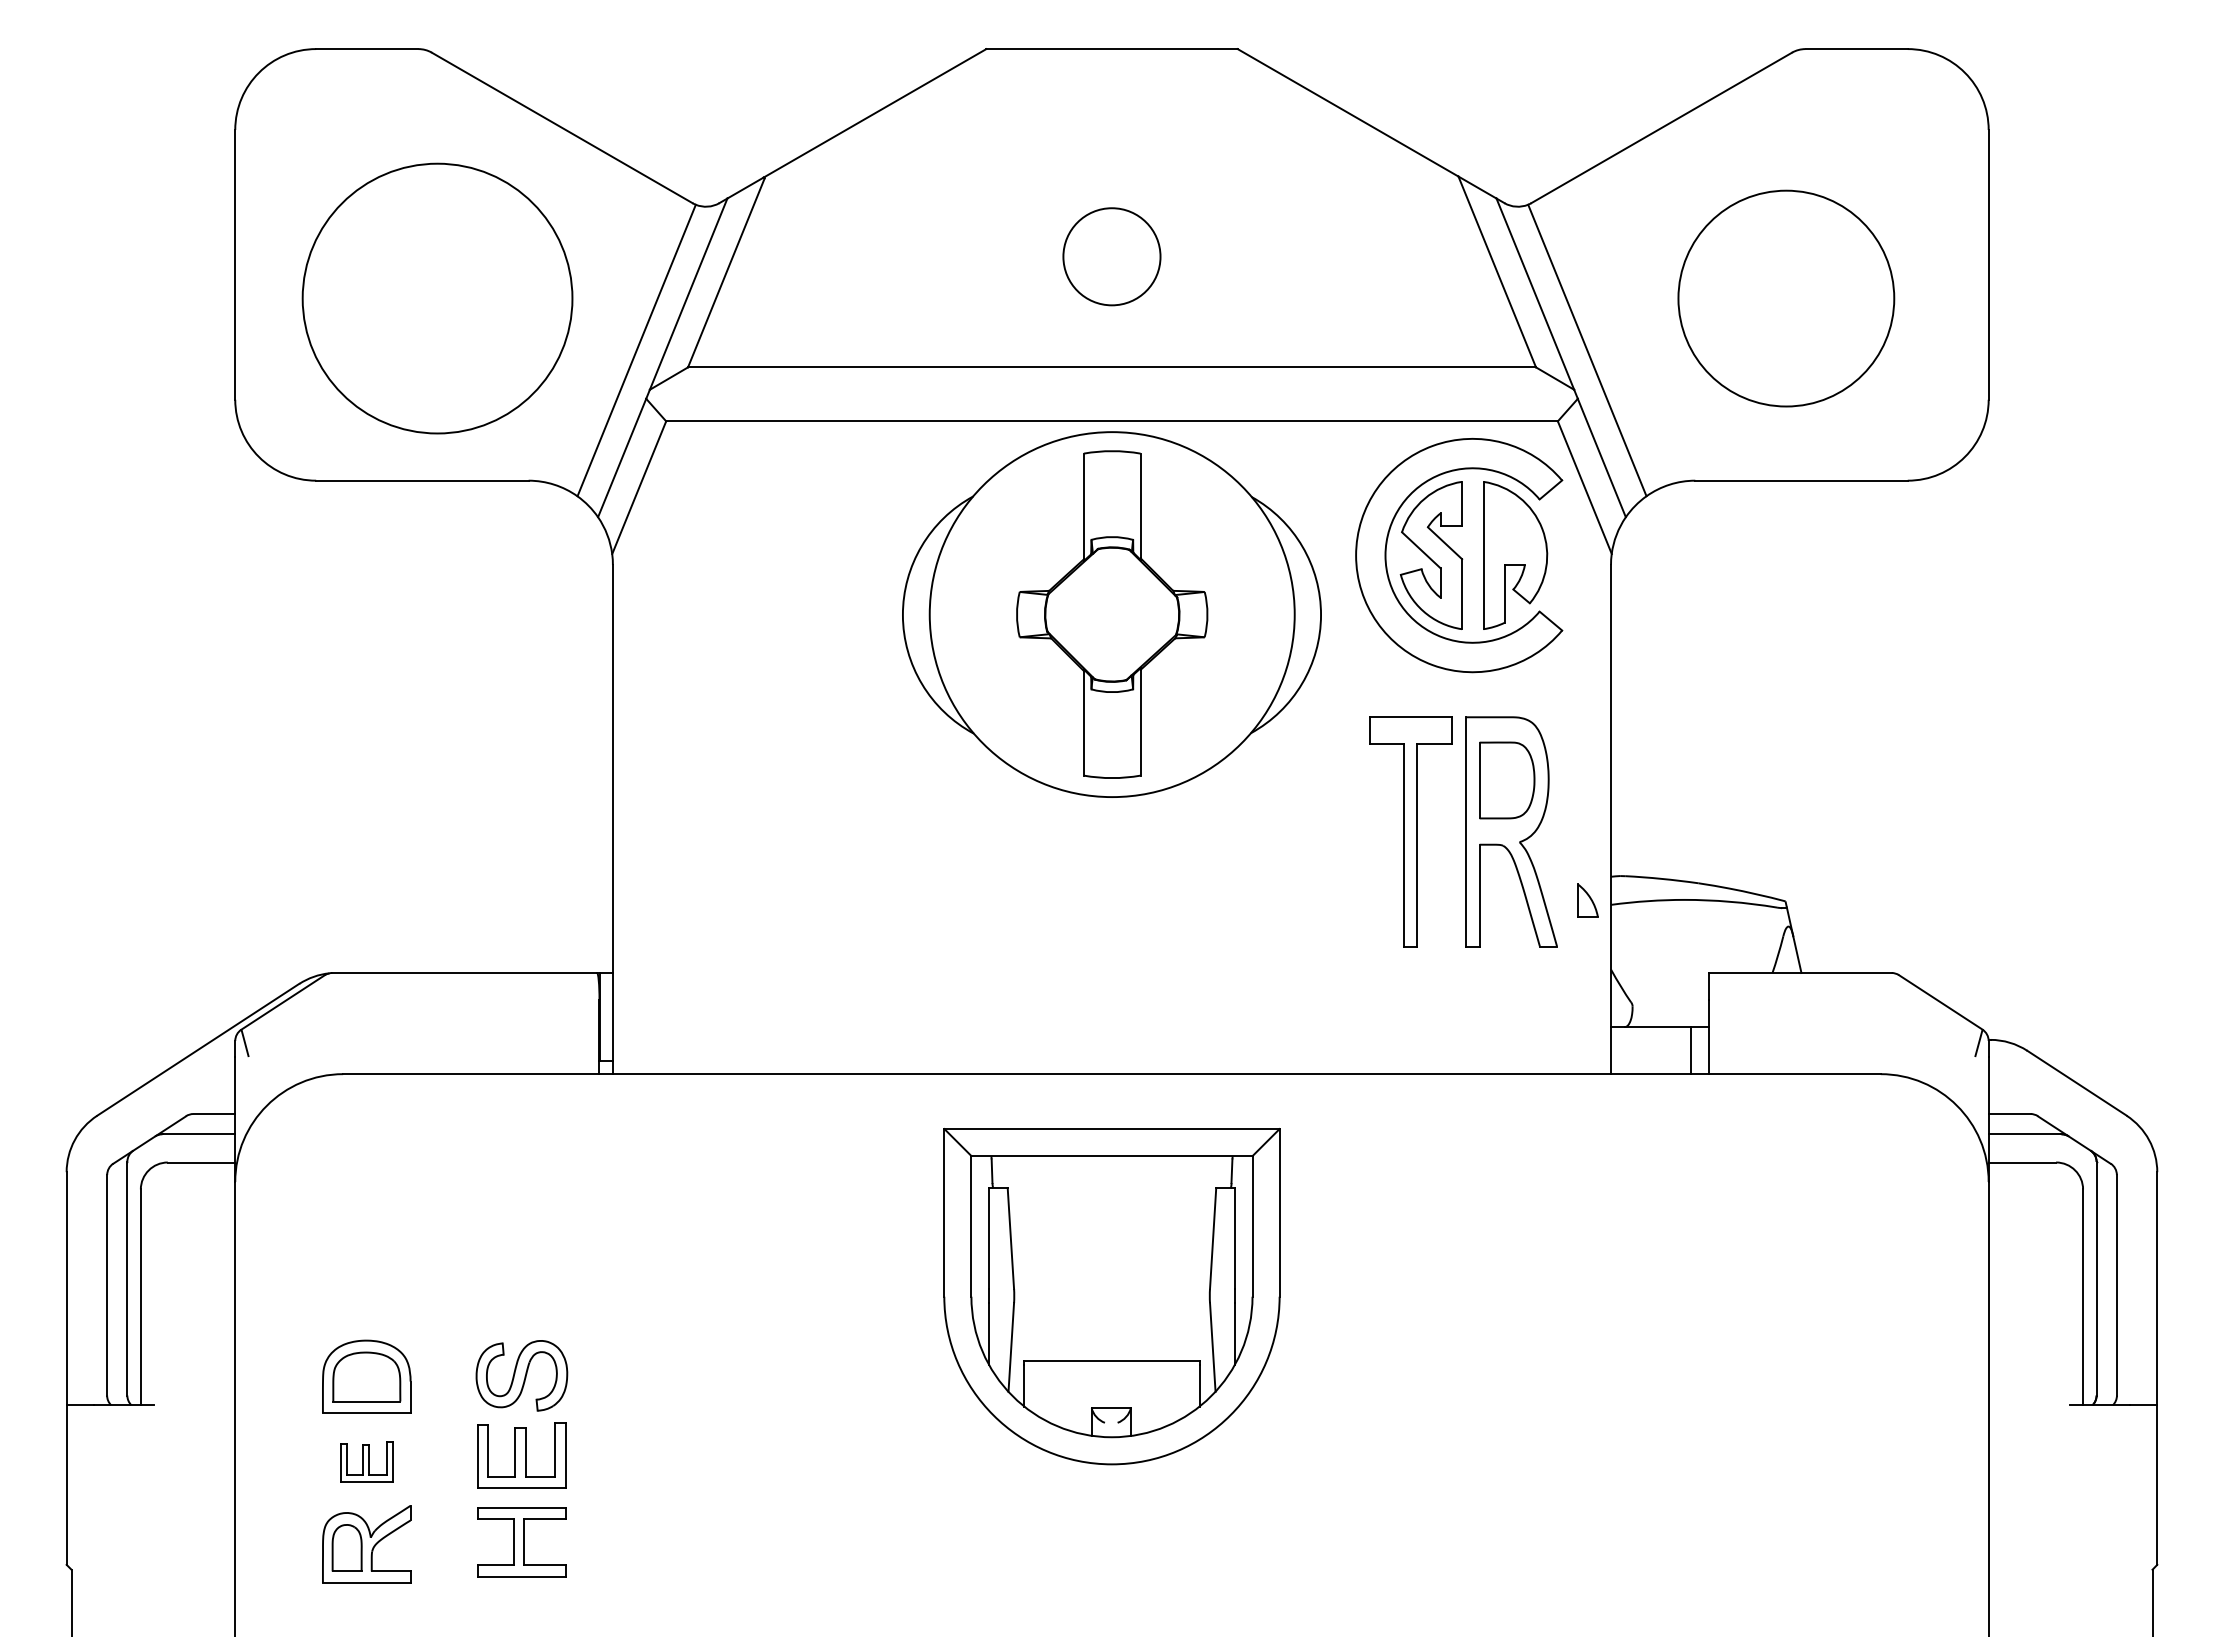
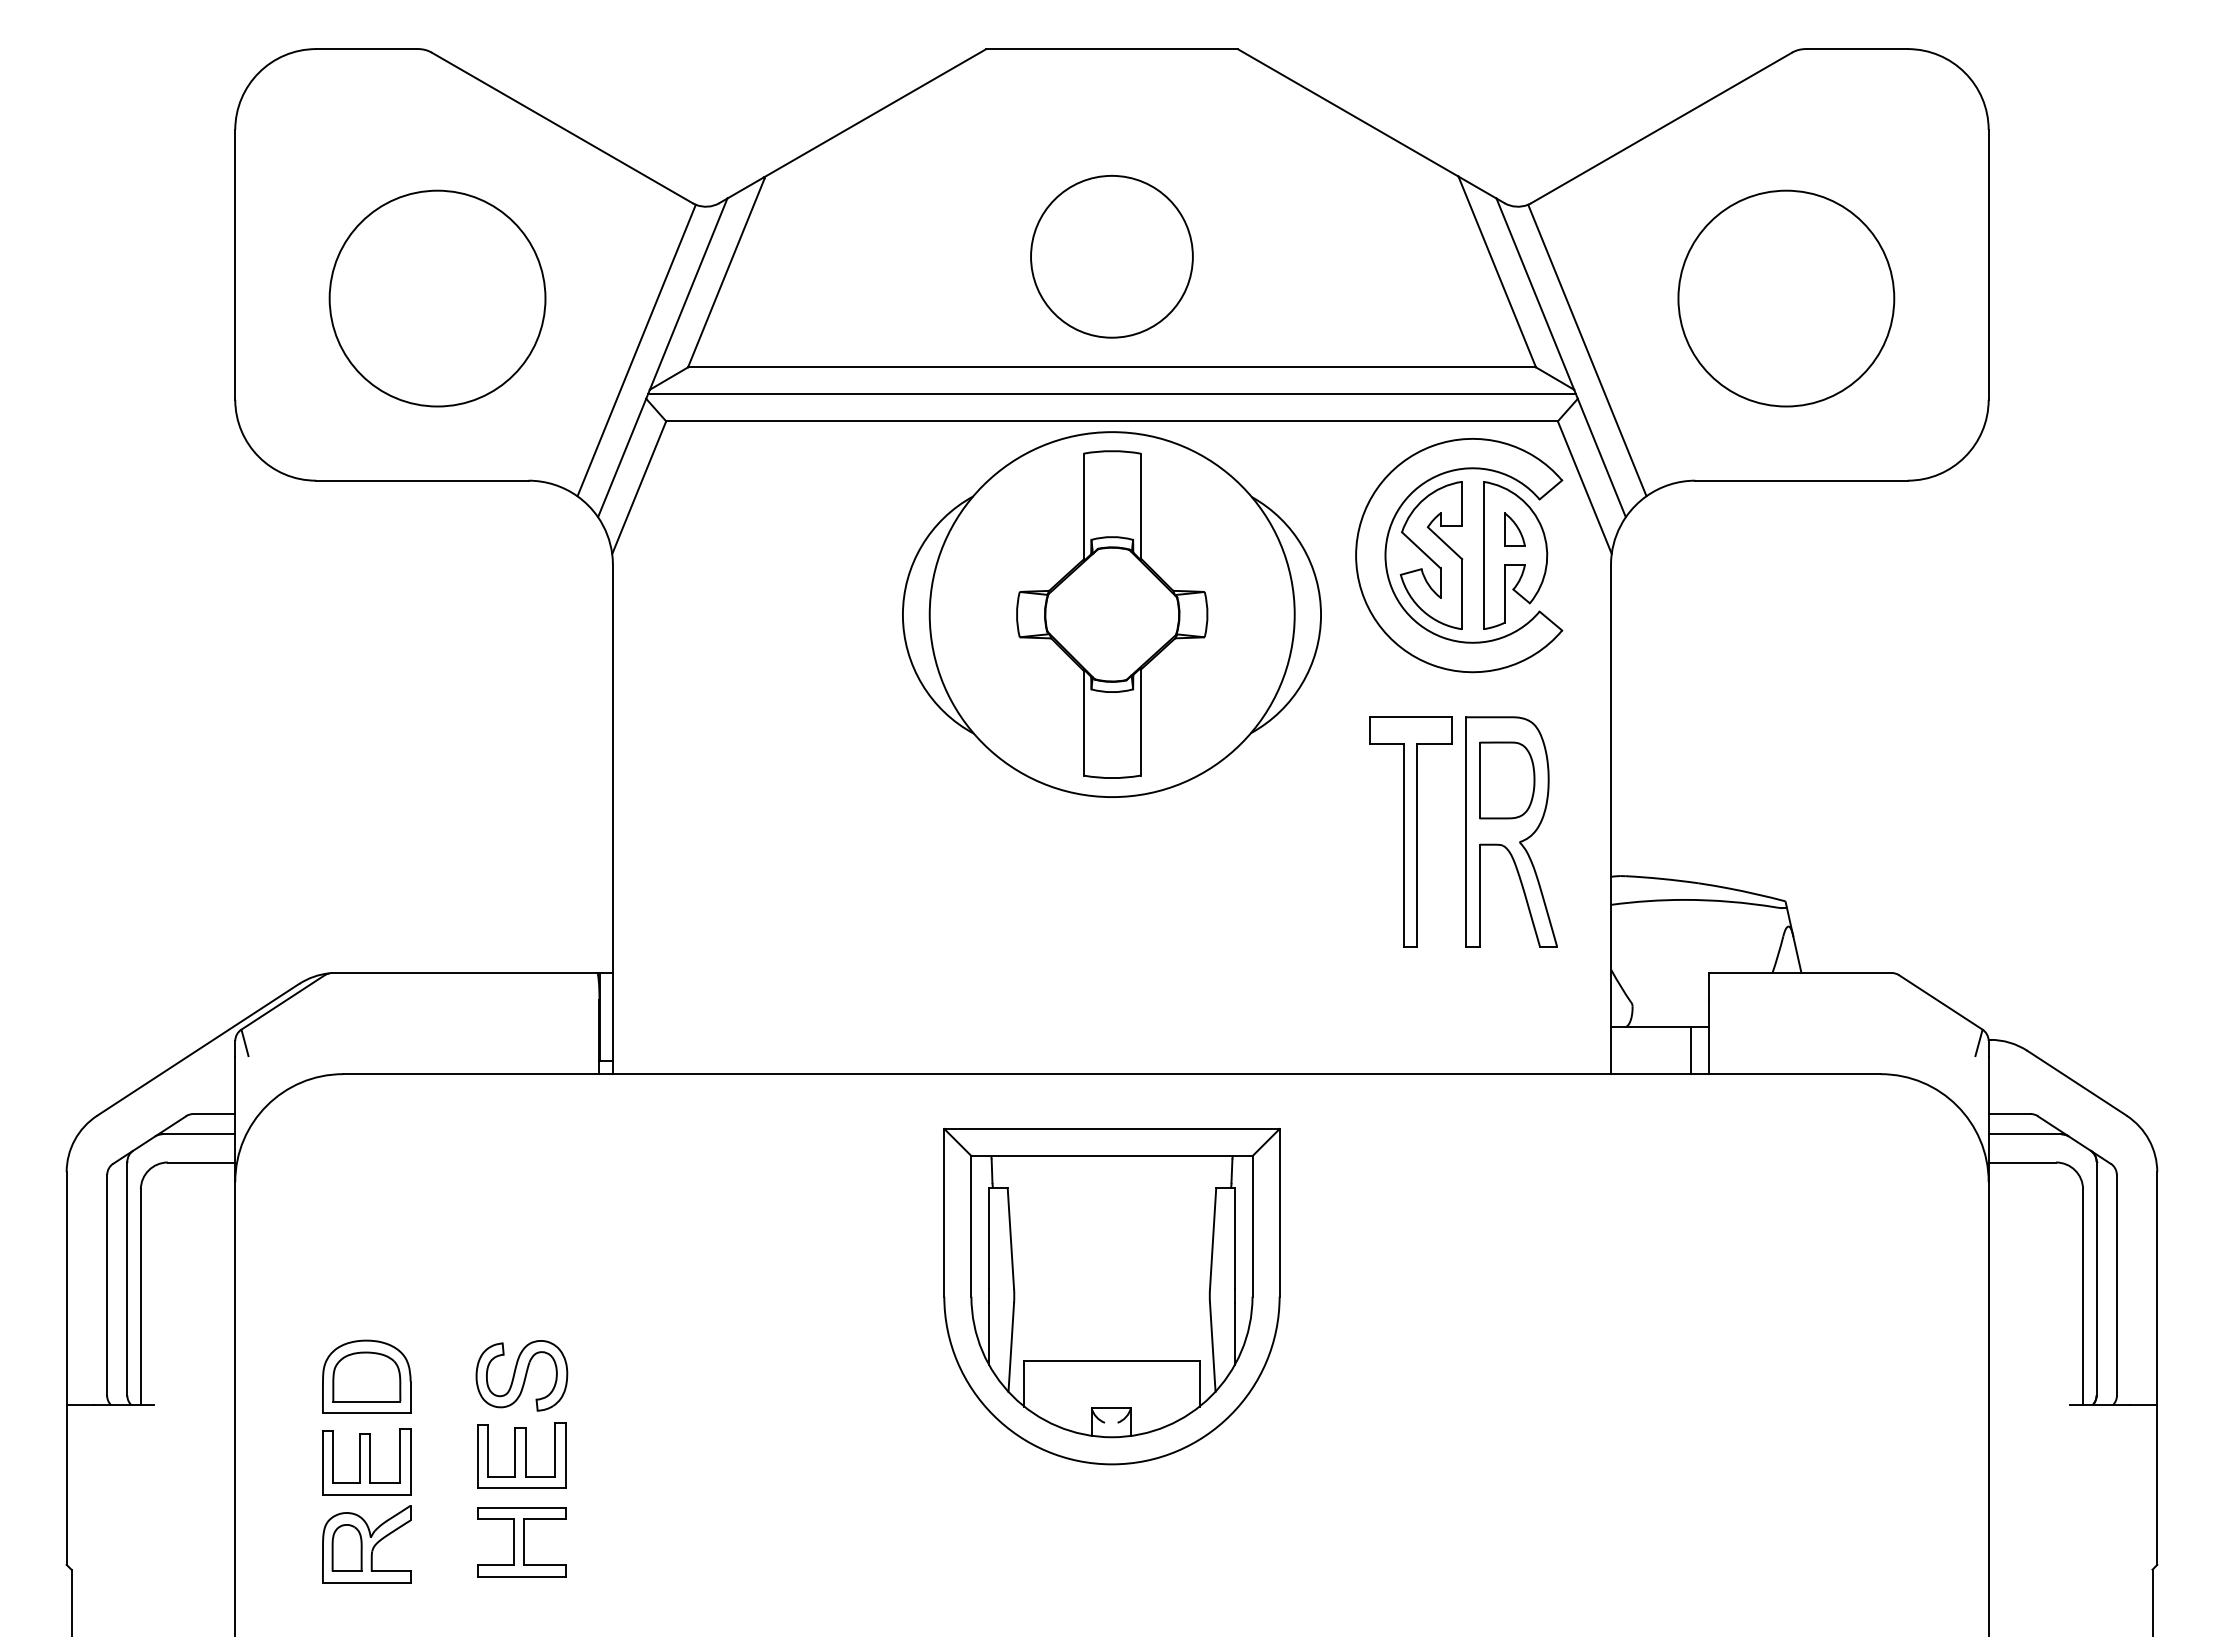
circle at (1111, 256) diameter: 97 px -> 162 px
circle at (437, 298) diameter: 270 px -> 216 px
line at (1111, 394): none -> present
part at (1587, 900) position: (1587, 900) -> (1514, 529)
part at (366, 1461) size: 54x42 px -> 90x68 px
